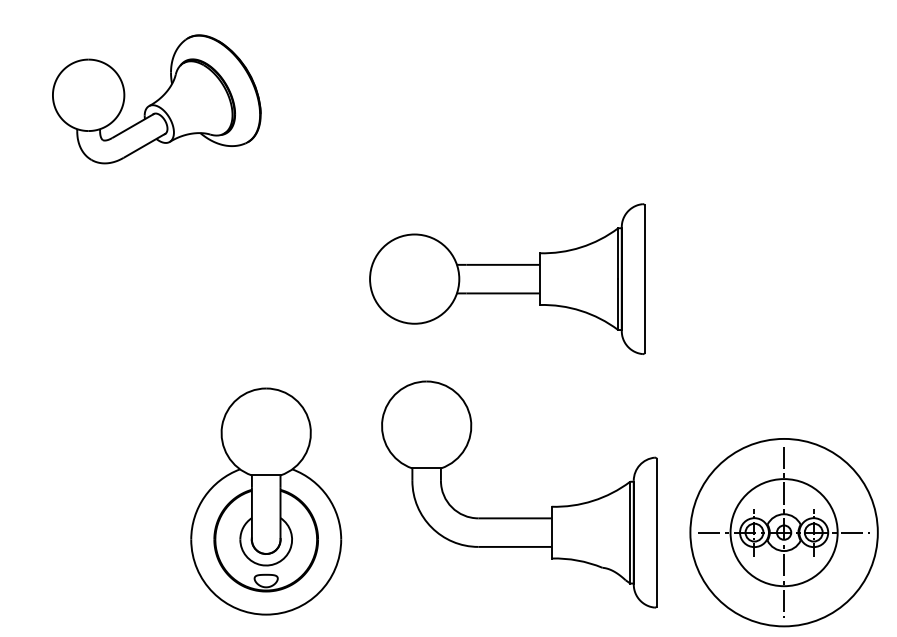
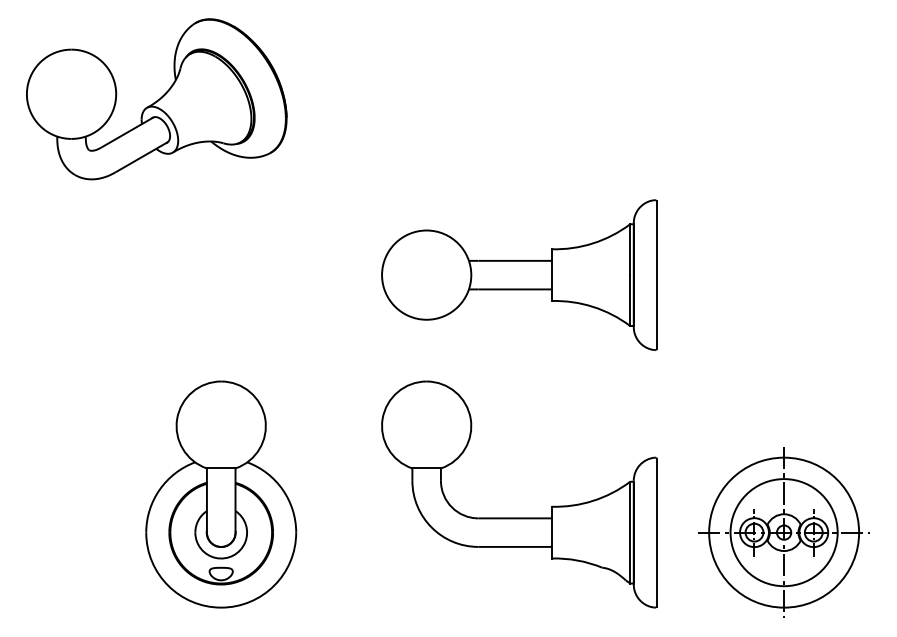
part at (156, 99) size: 210x131 px -> 262x163 px
part at (507, 278) position: (507, 278) -> (519, 274)
part at (266, 501) position: (266, 501) -> (221, 494)
circle at (783, 532) diameter: 187 px -> 150 px
